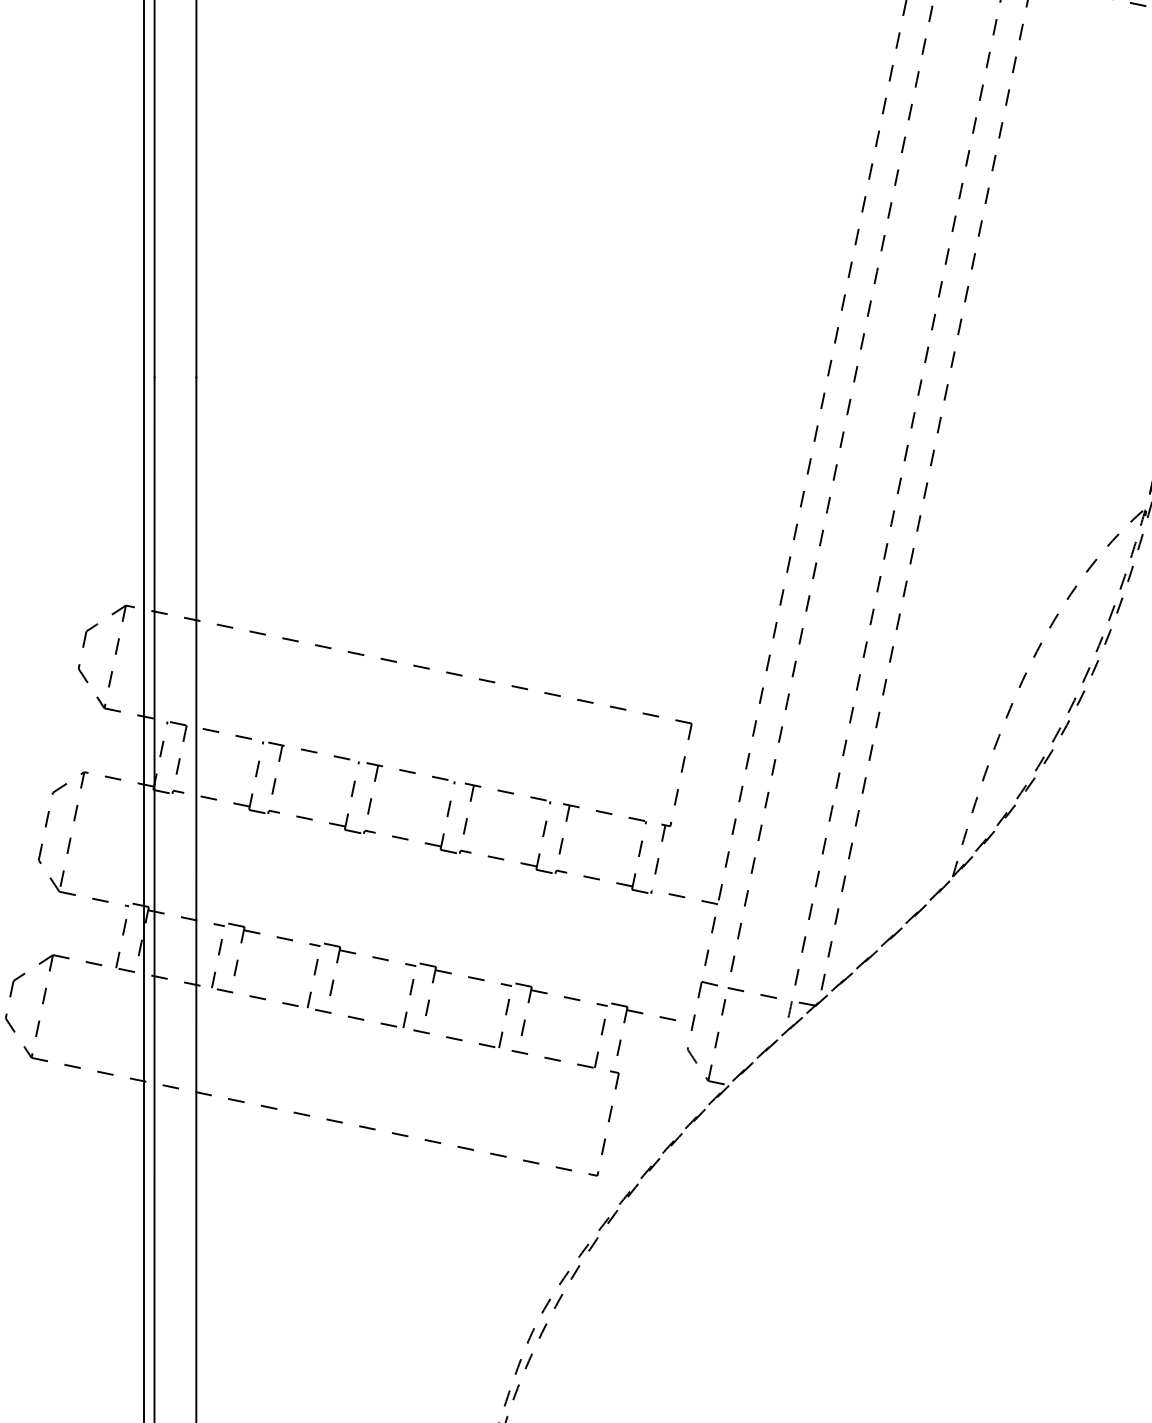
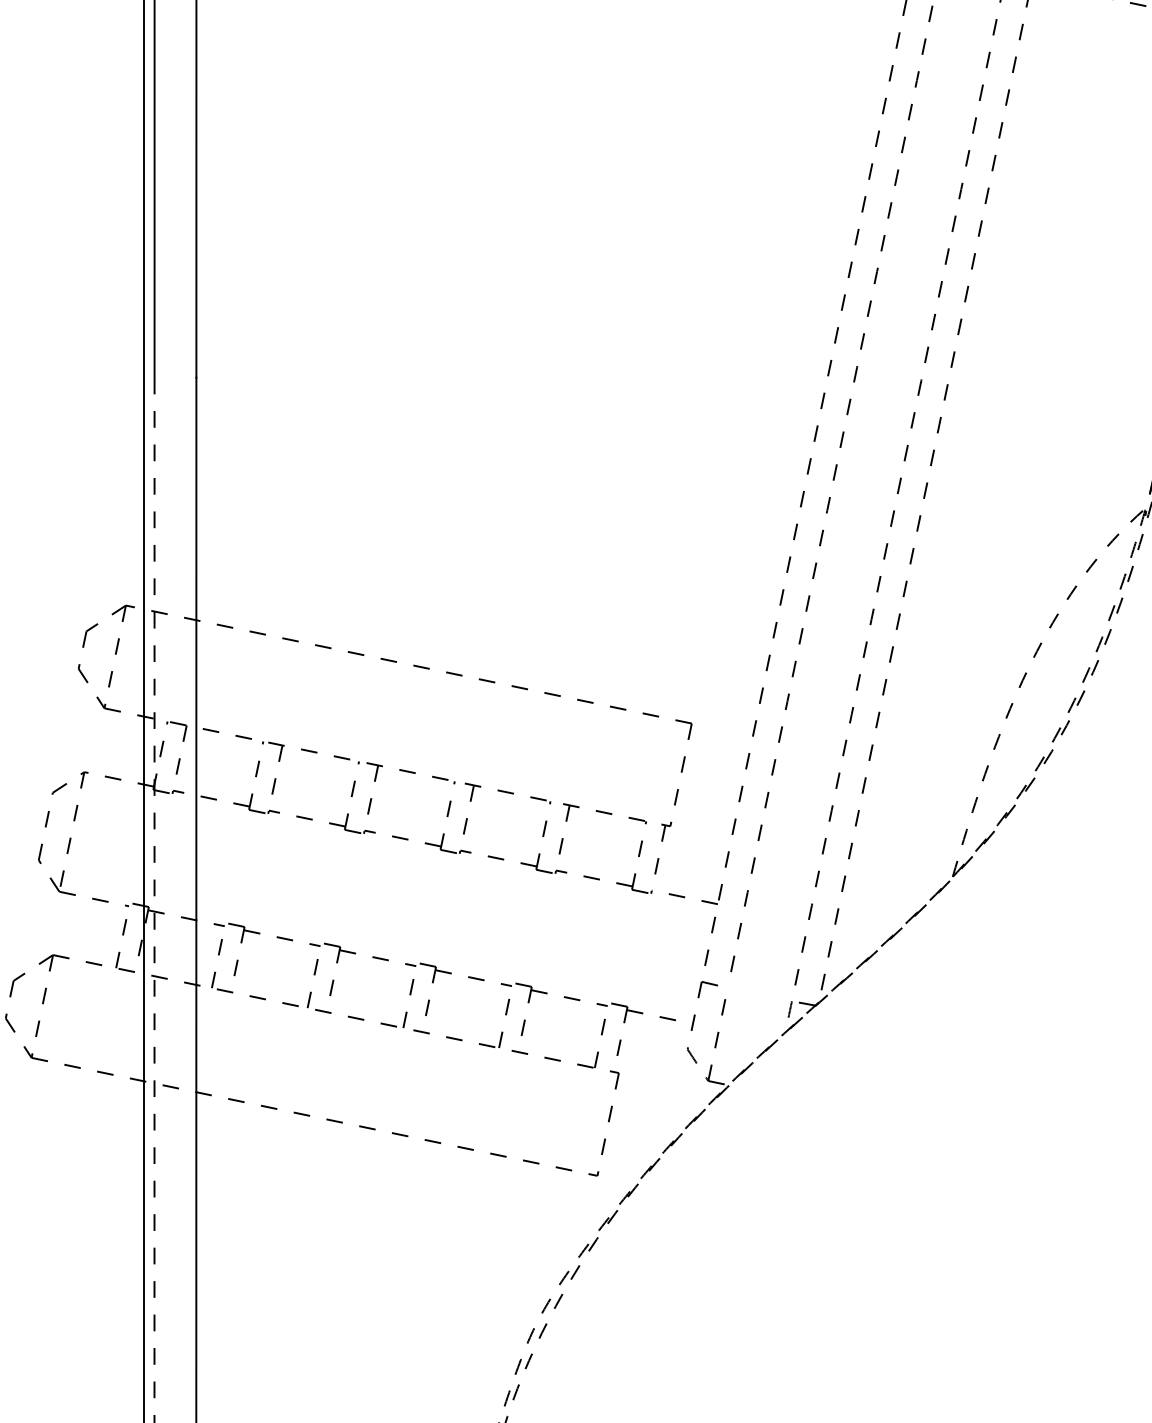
line at (154, 900): solid -> dashed
line at (744, 990): present -> none
